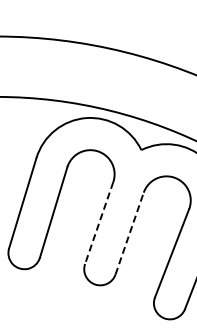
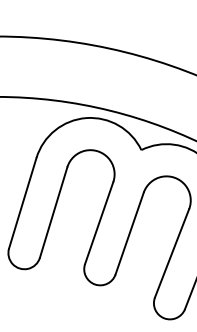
line at (99, 223): dashed -> solid
line at (129, 233): dashed -> solid
